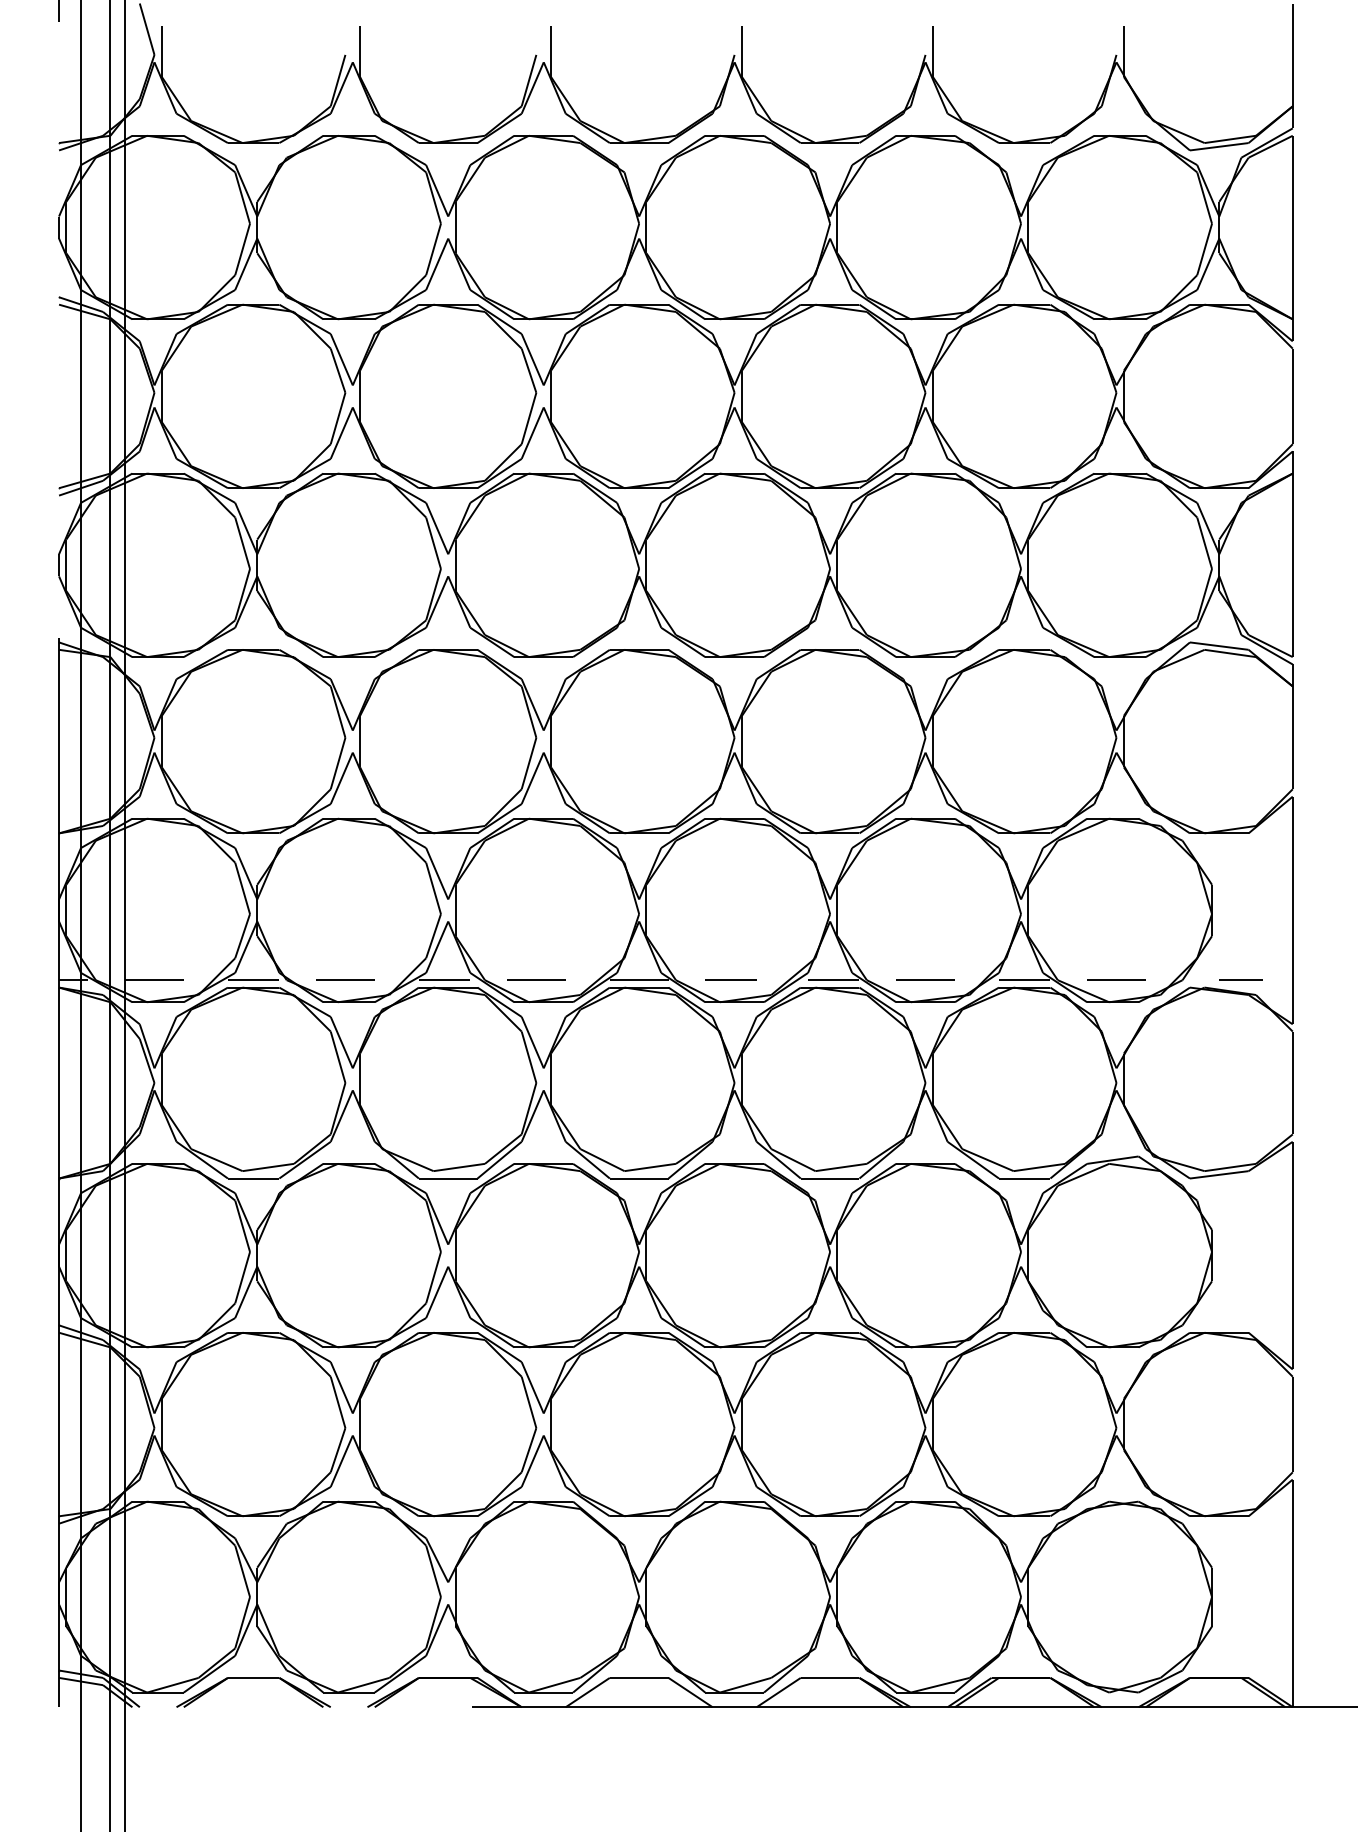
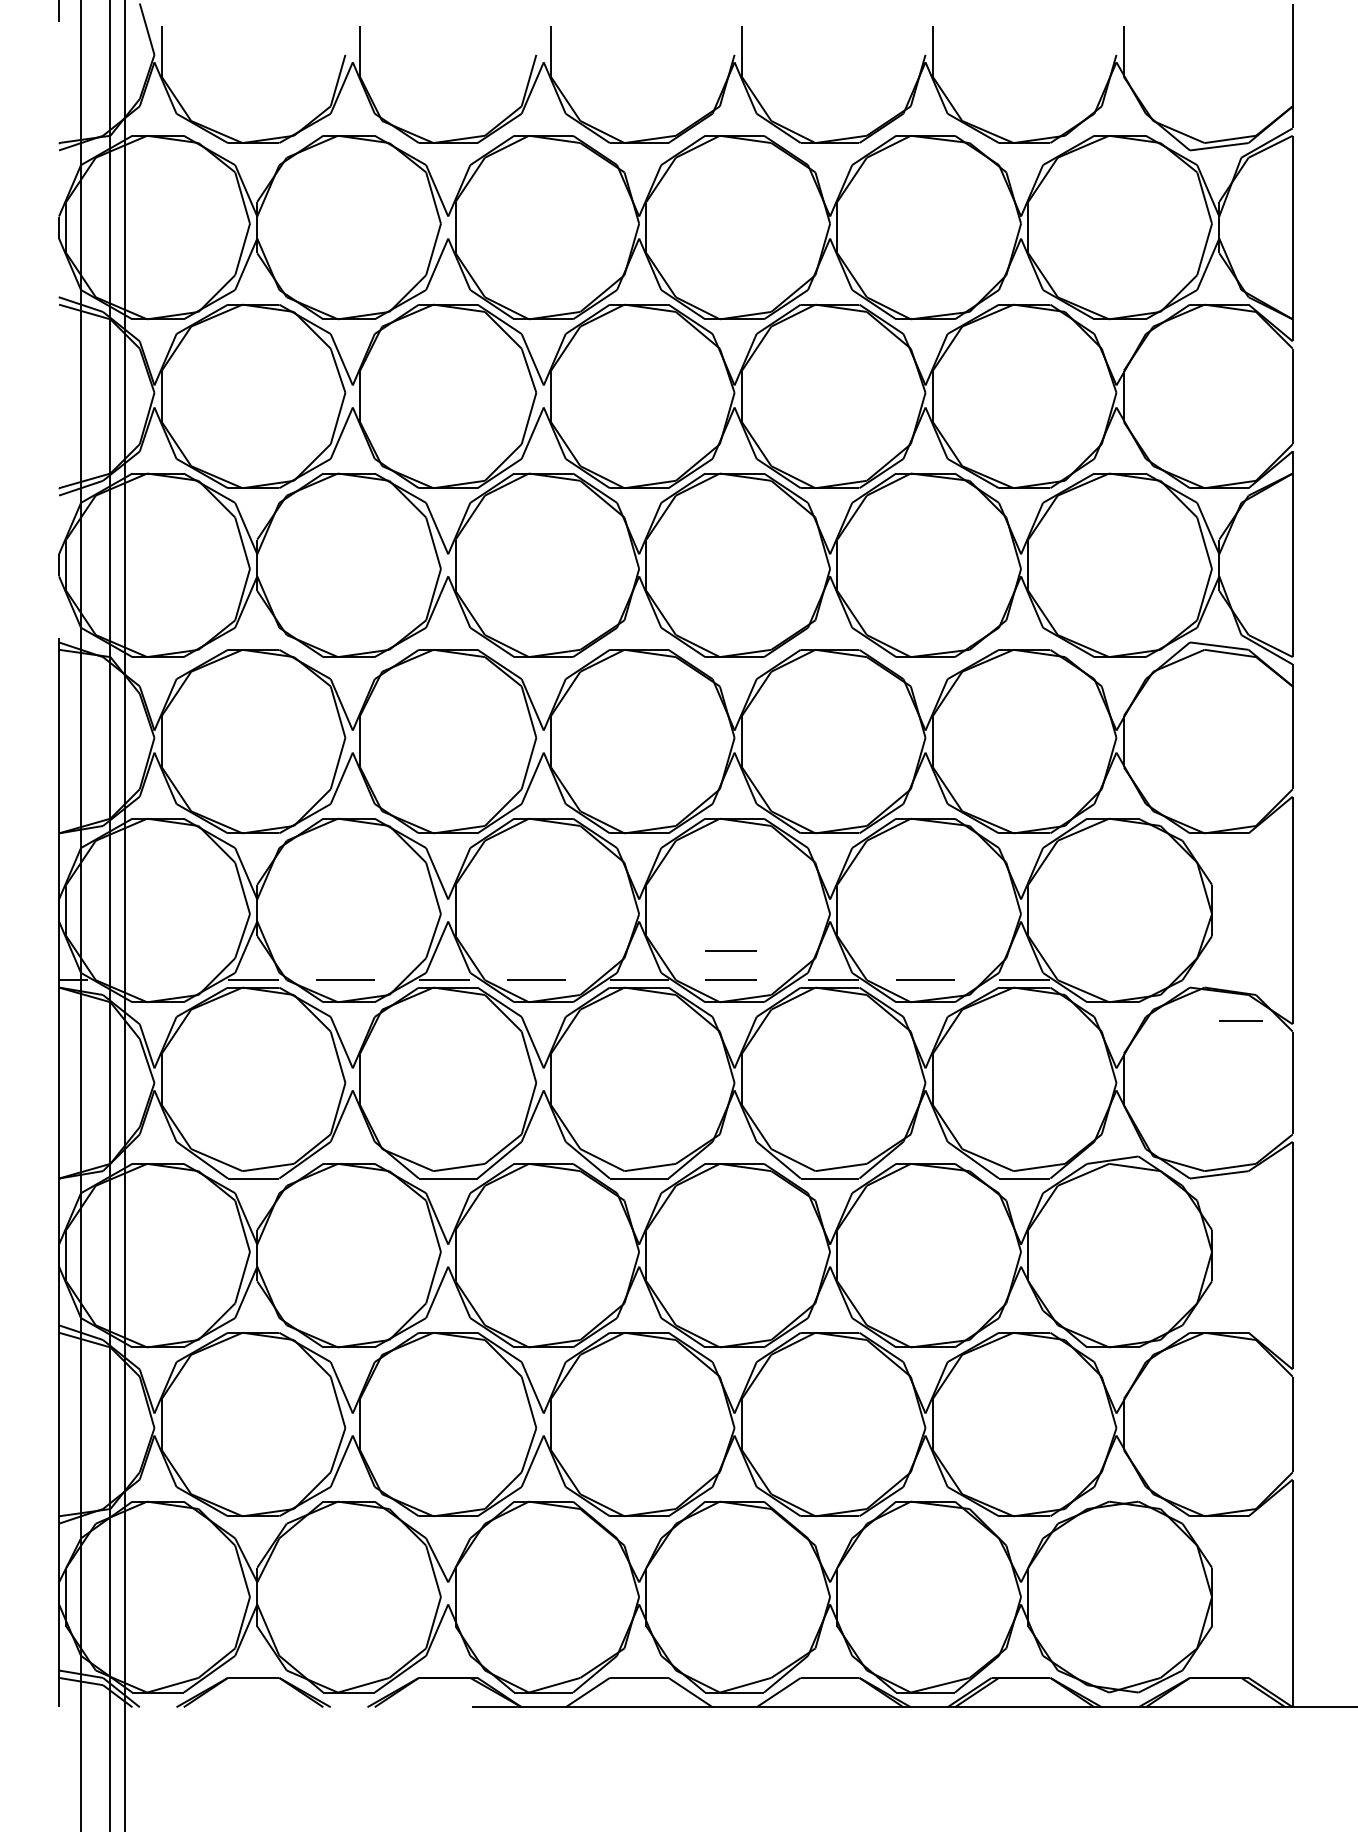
line at (730, 950): none -> present
line at (1240, 979) position: (1240, 979) -> (1240, 1020)
line at (154, 980): present -> none
line at (1116, 980): present -> none
